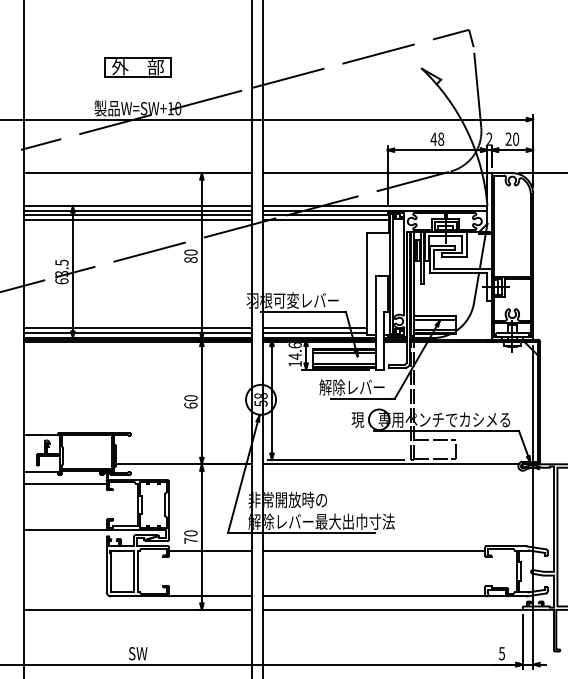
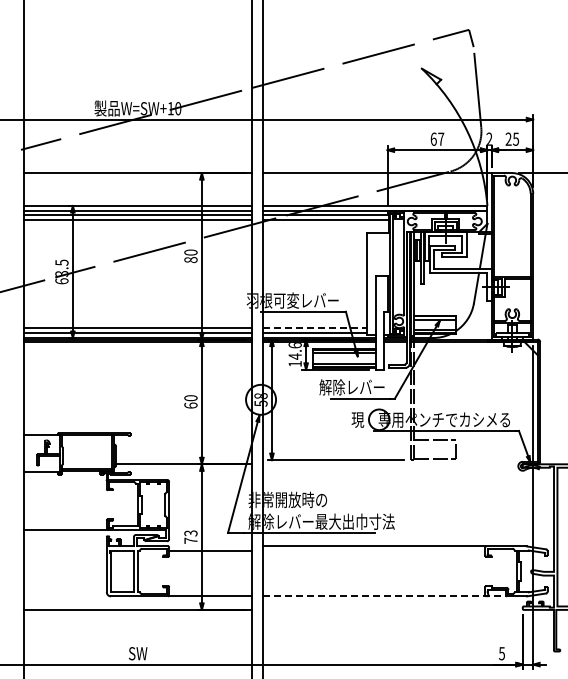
part at (137, 67): present -> none
text at (437, 138): 48 -> 67
text at (516, 138): 20 -> 25
line at (315, 327): solid -> dashed
line at (390, 464): present -> none
line at (64, 484): present -> none
text at (190, 533): 70 -> 73
line at (373, 551) position: (373, 551) -> (373, 546)
line at (385, 596): solid -> dashed
line at (392, 609): present -> none
